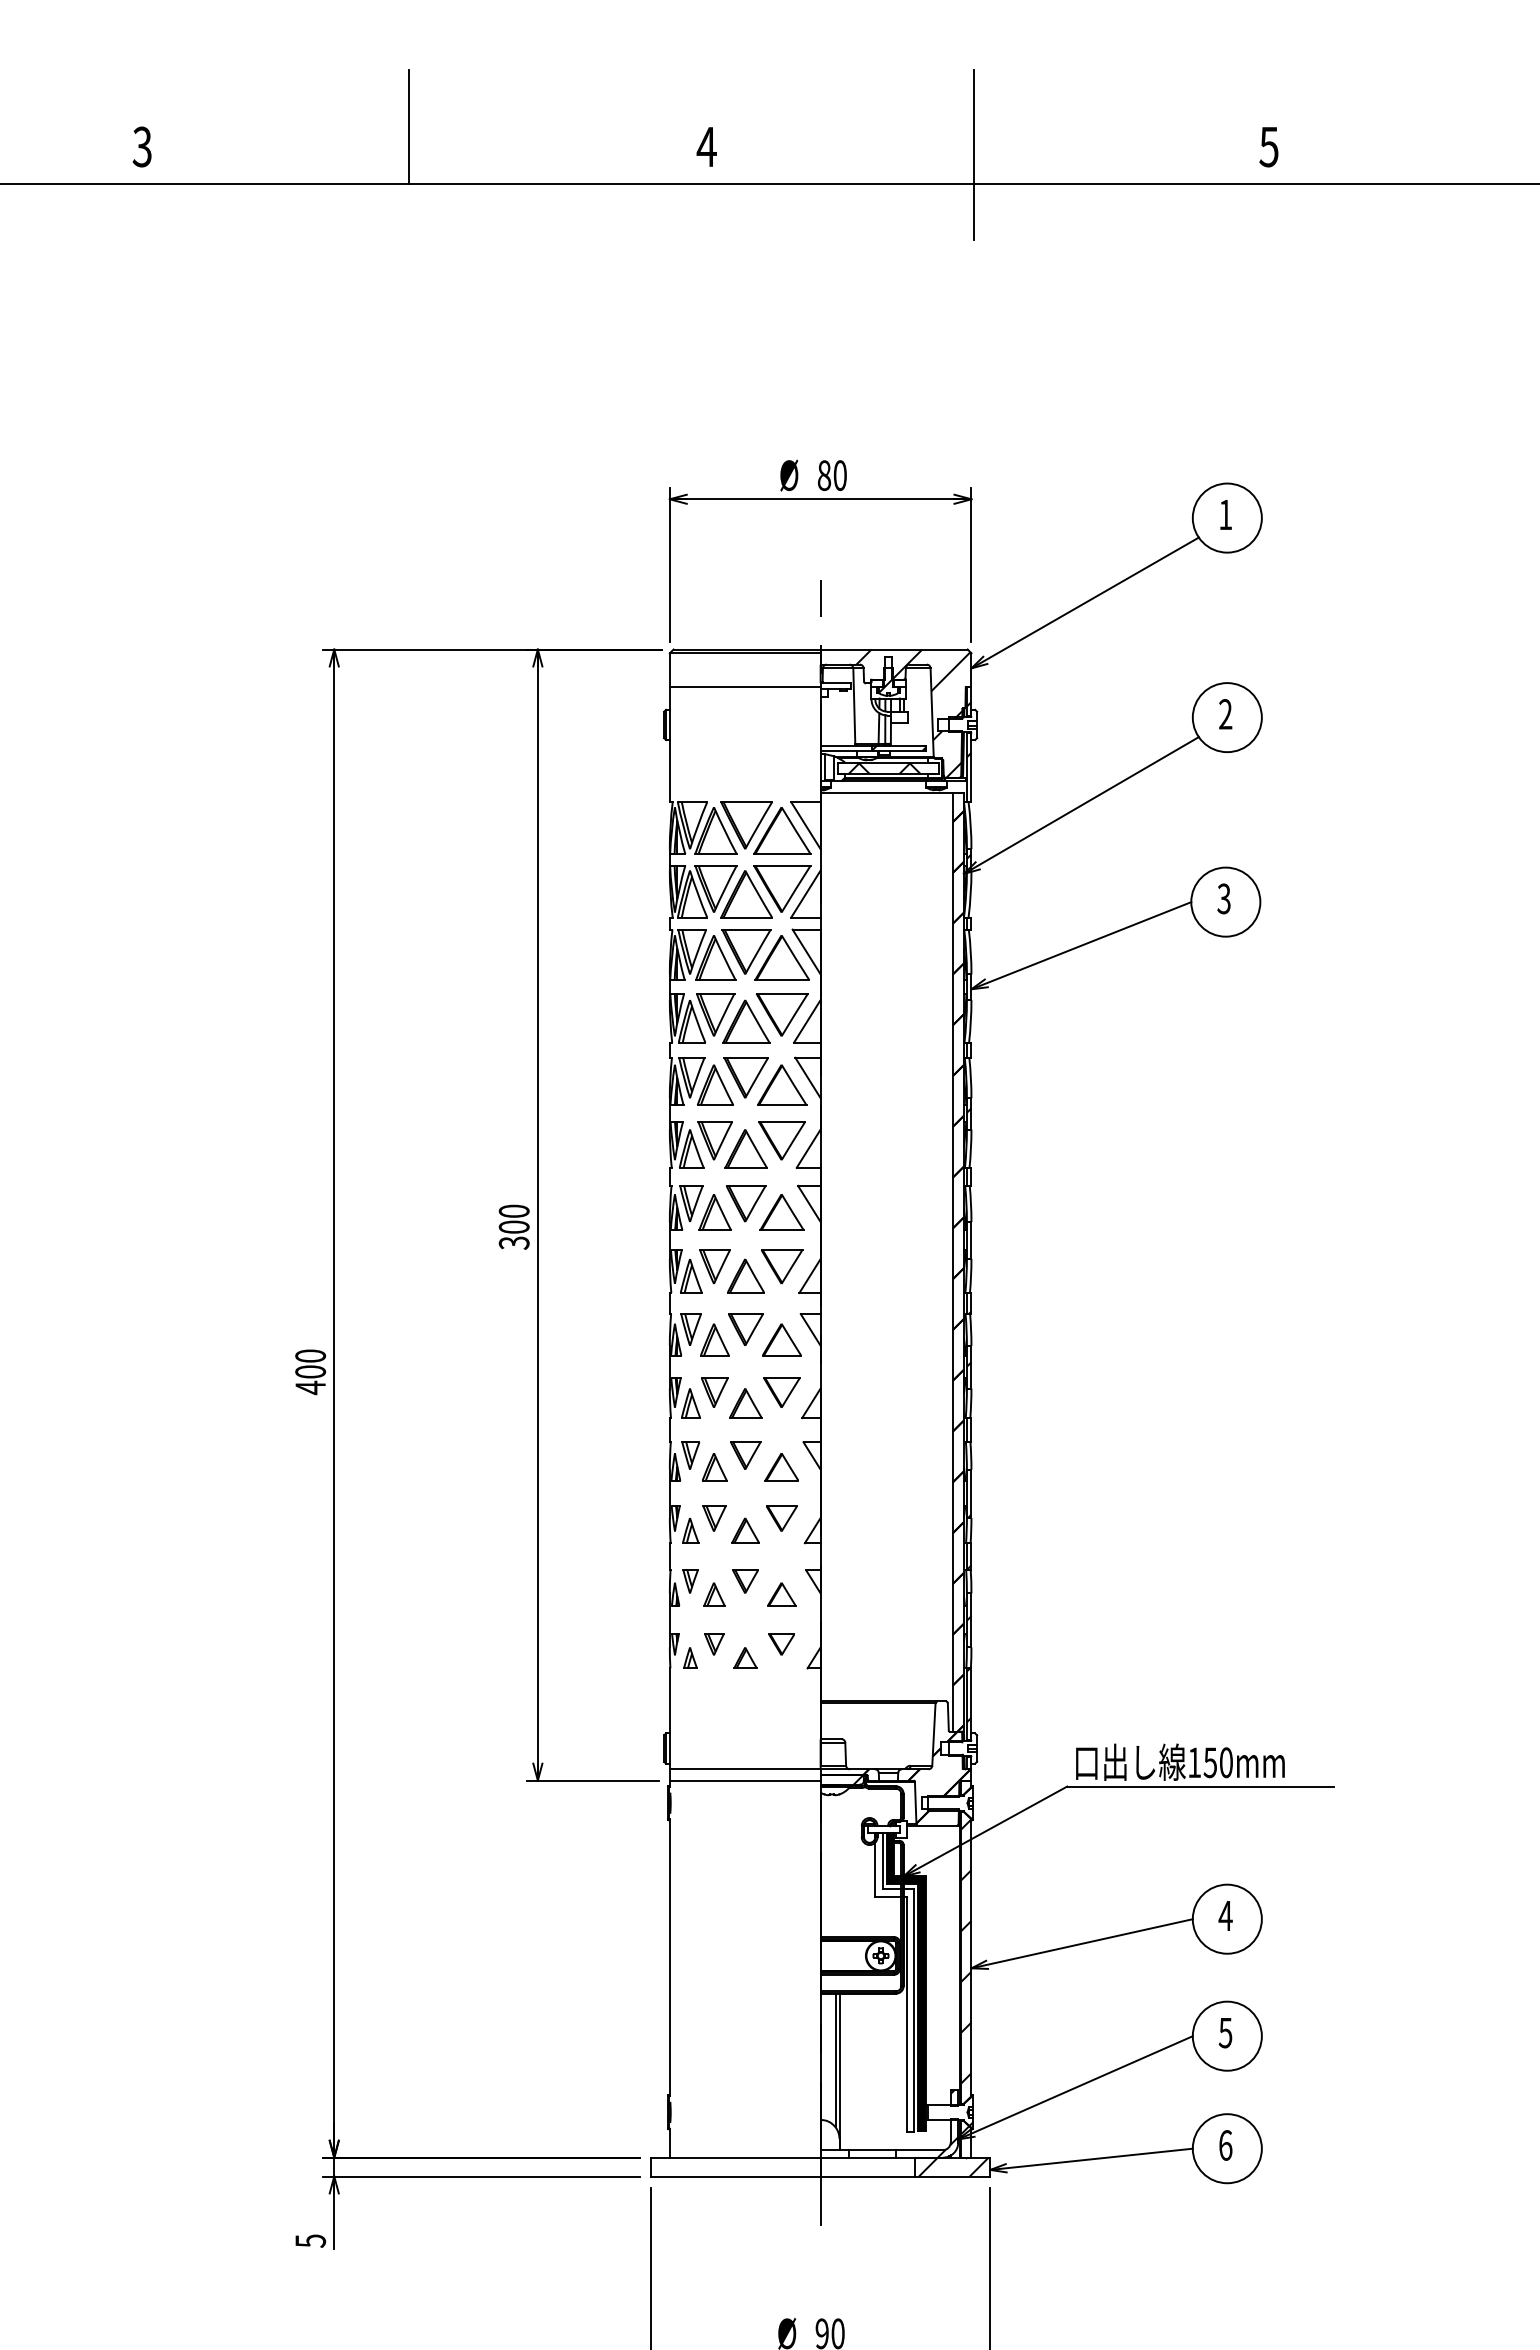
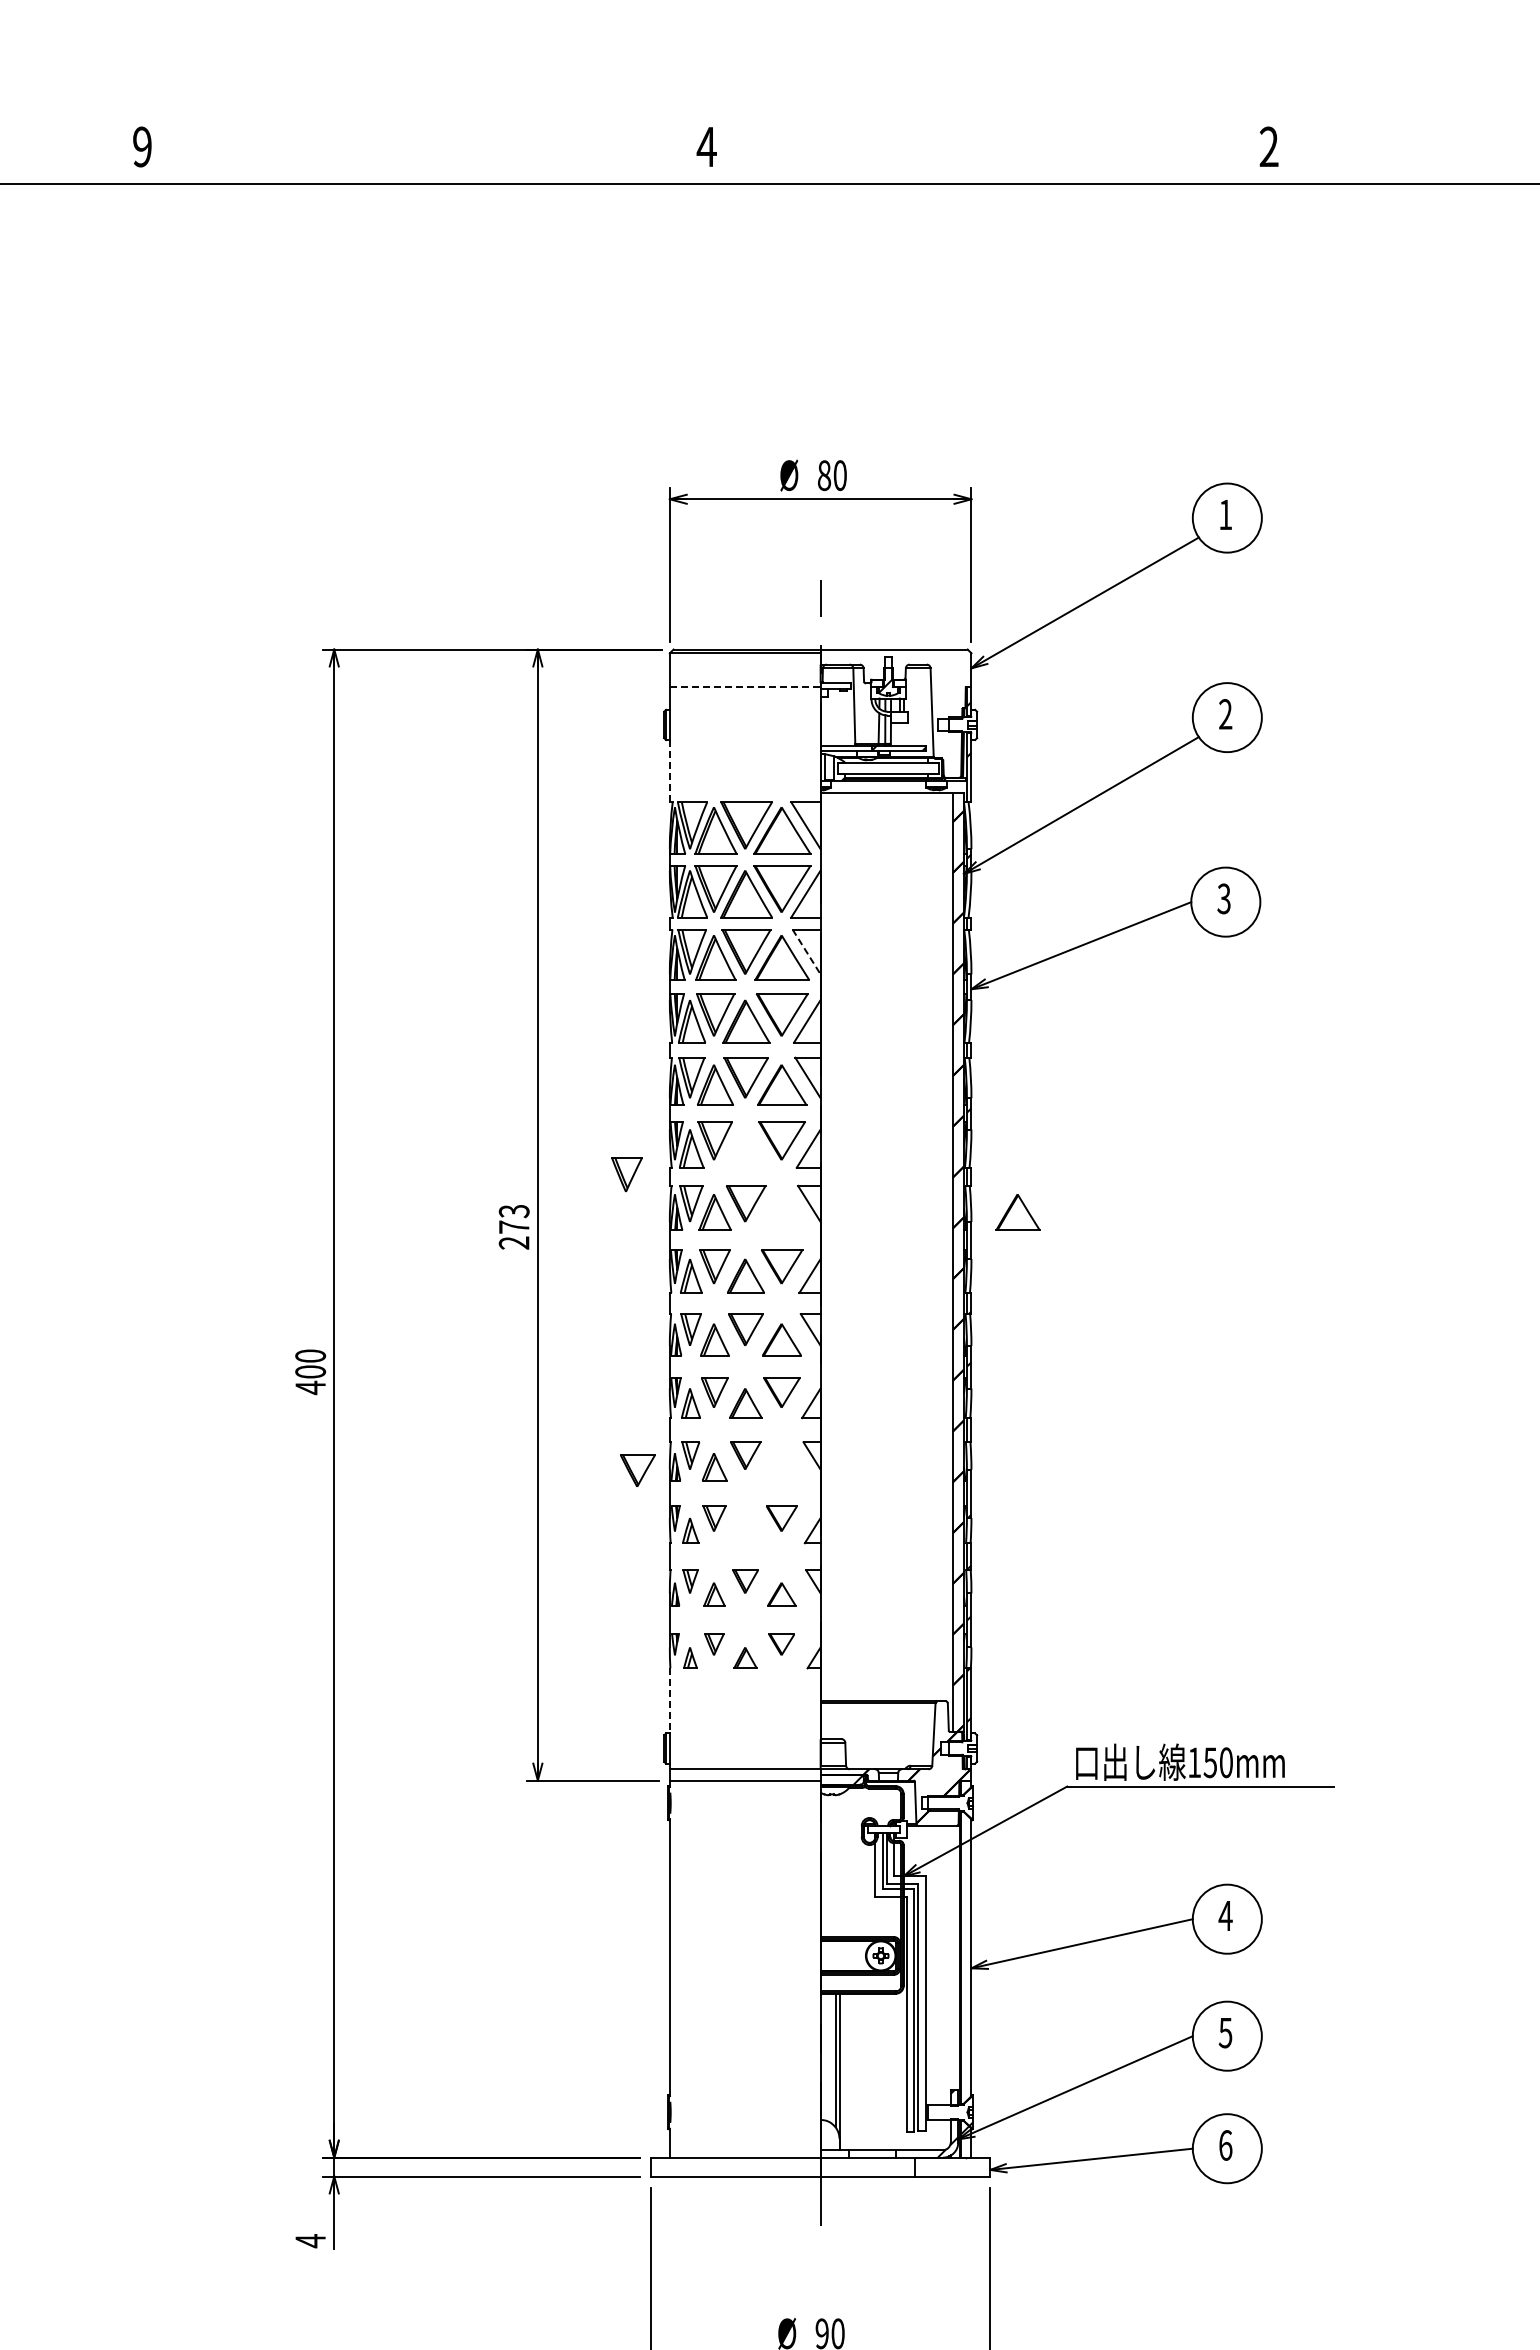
line at (408, 126): present -> none
text at (141, 146): 3 -> 9
text at (1268, 146): 5 -> 2
line at (974, 155): present -> none
line at (745, 687): solid -> dashed
hatch at (895, 713): present -> none
hatch at (884, 767): present -> none
line at (669, 771): solid -> dashed
line at (806, 952): solid -> dashed
part at (745, 1148): present -> none
part at (626, 1174): none -> present
part at (781, 1212) position: (781, 1212) -> (1017, 1212)
text at (513, 1226): 300 -> 273
part at (781, 1467): present -> none
part at (637, 1470): none -> present
part at (745, 1530): present -> none
line at (669, 1700): solid -> dashed
hatch at (966, 1951): present -> none
fill at (905, 1982): present -> none
hatch at (953, 2166): present -> none
text at (310, 2241): 5 -> 4
